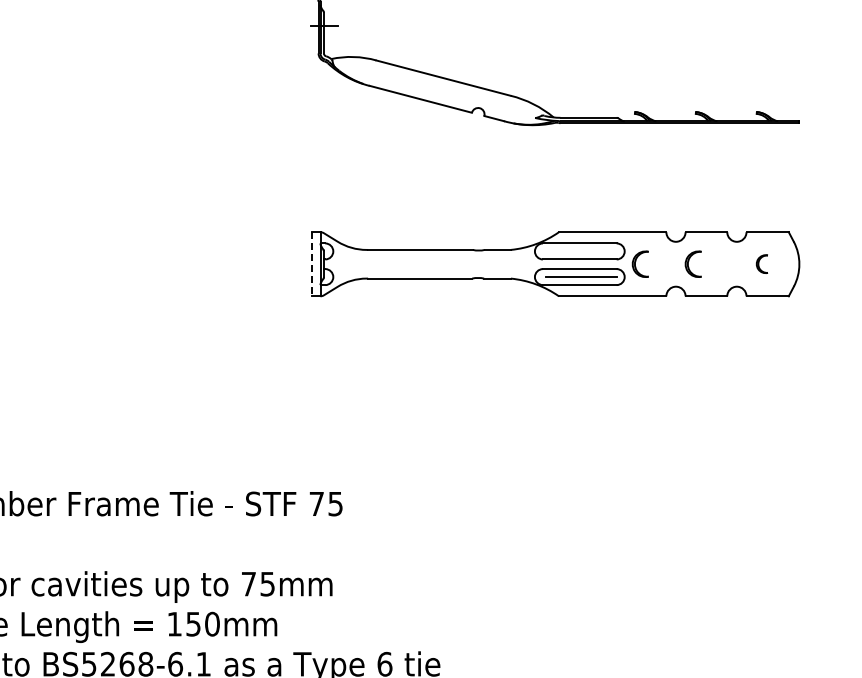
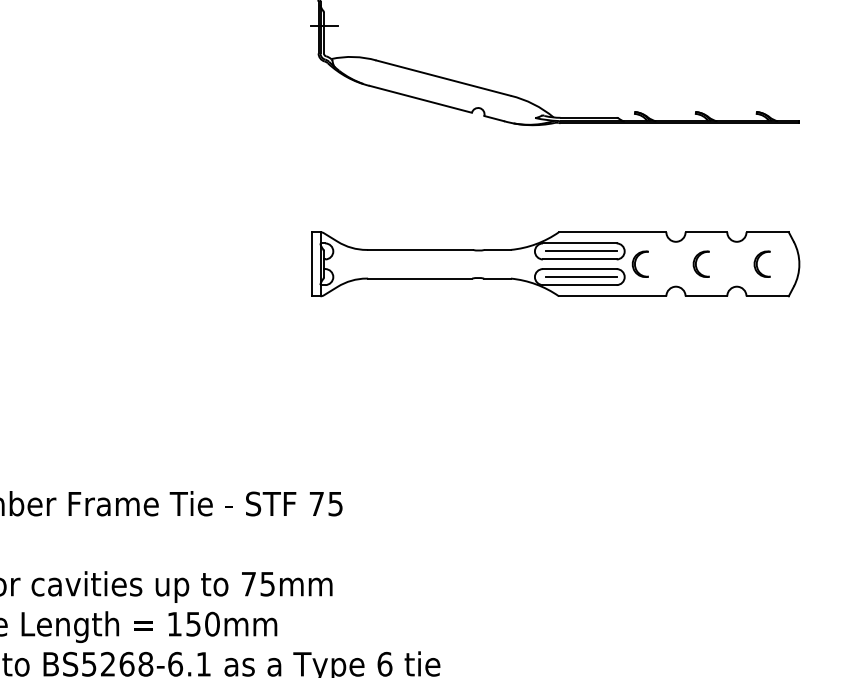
line at (580, 251): none -> present
part at (692, 263) position: (692, 263) -> (700, 263)
part at (762, 263) size: 13x20 px -> 18x28 px
line at (312, 264): dashed -> solid
